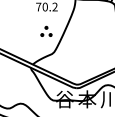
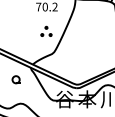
part at (15, 79): none -> present
